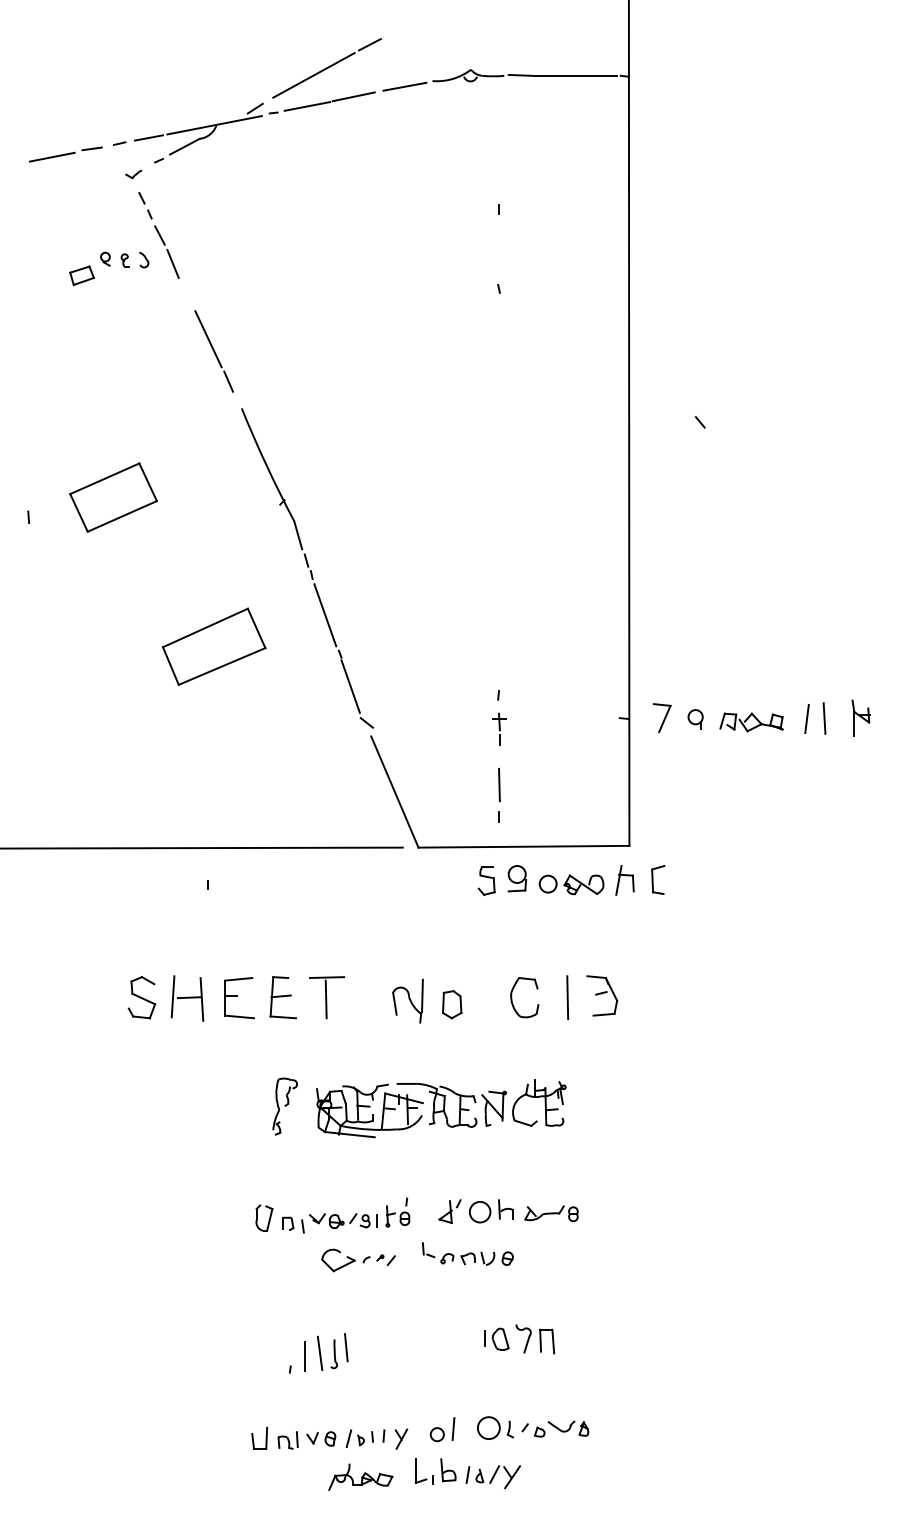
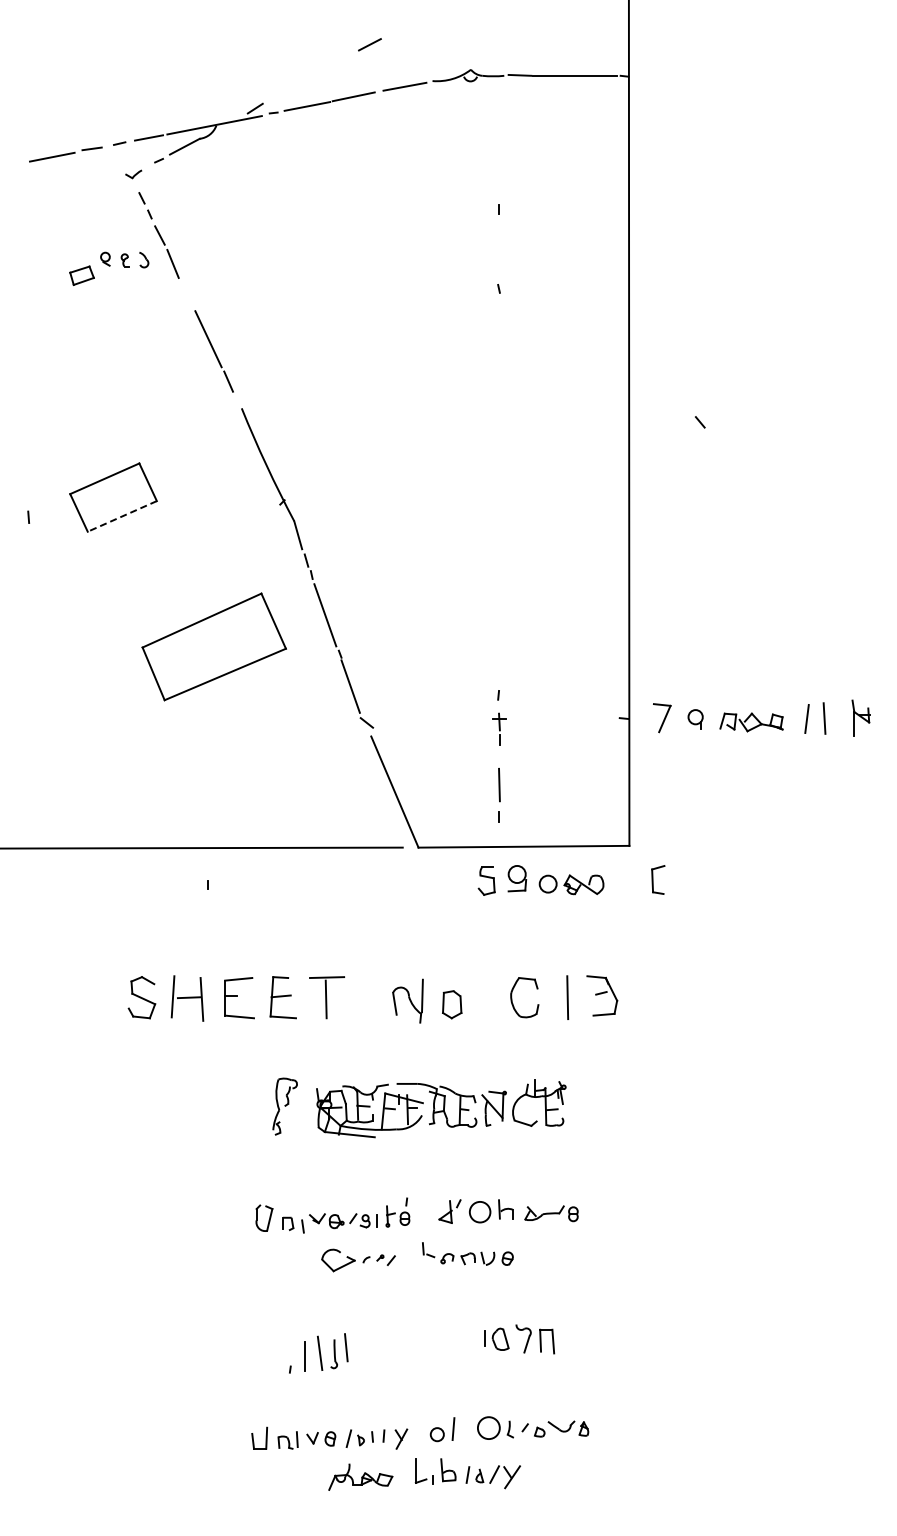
line at (313, 75): present -> none
line at (122, 516): solid -> dashed
part at (213, 646) size: 106x79 px -> 146x110 px
part at (624, 880): present -> none
